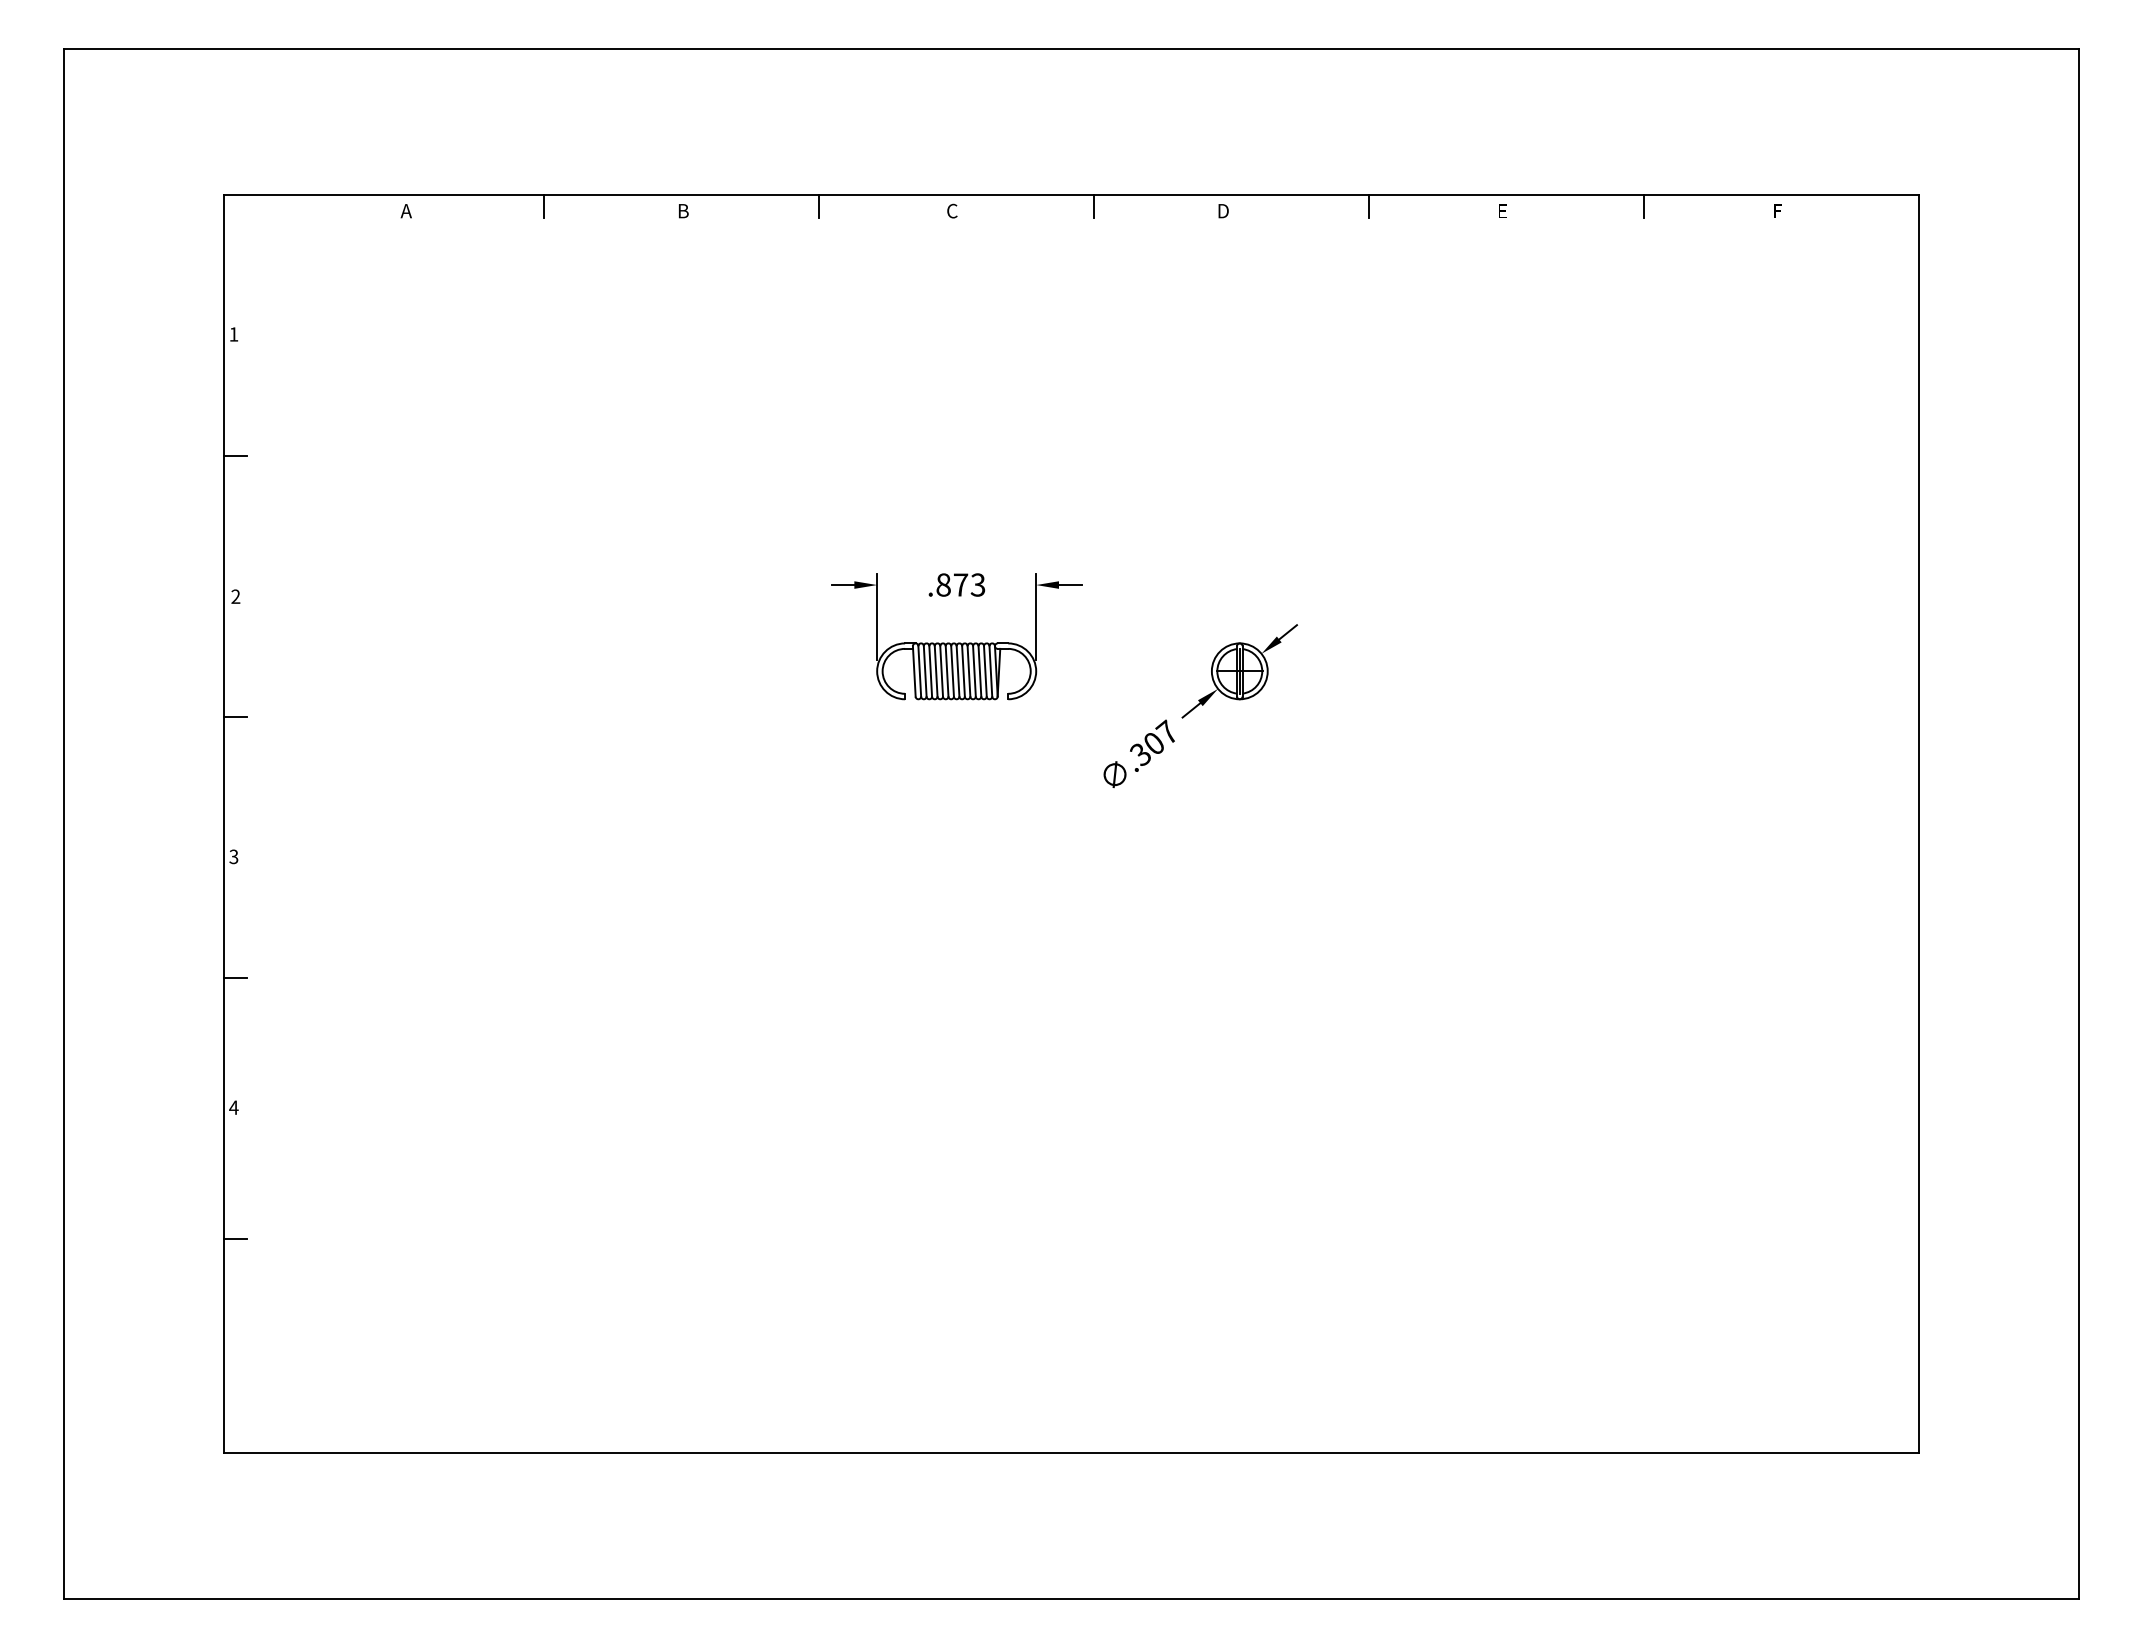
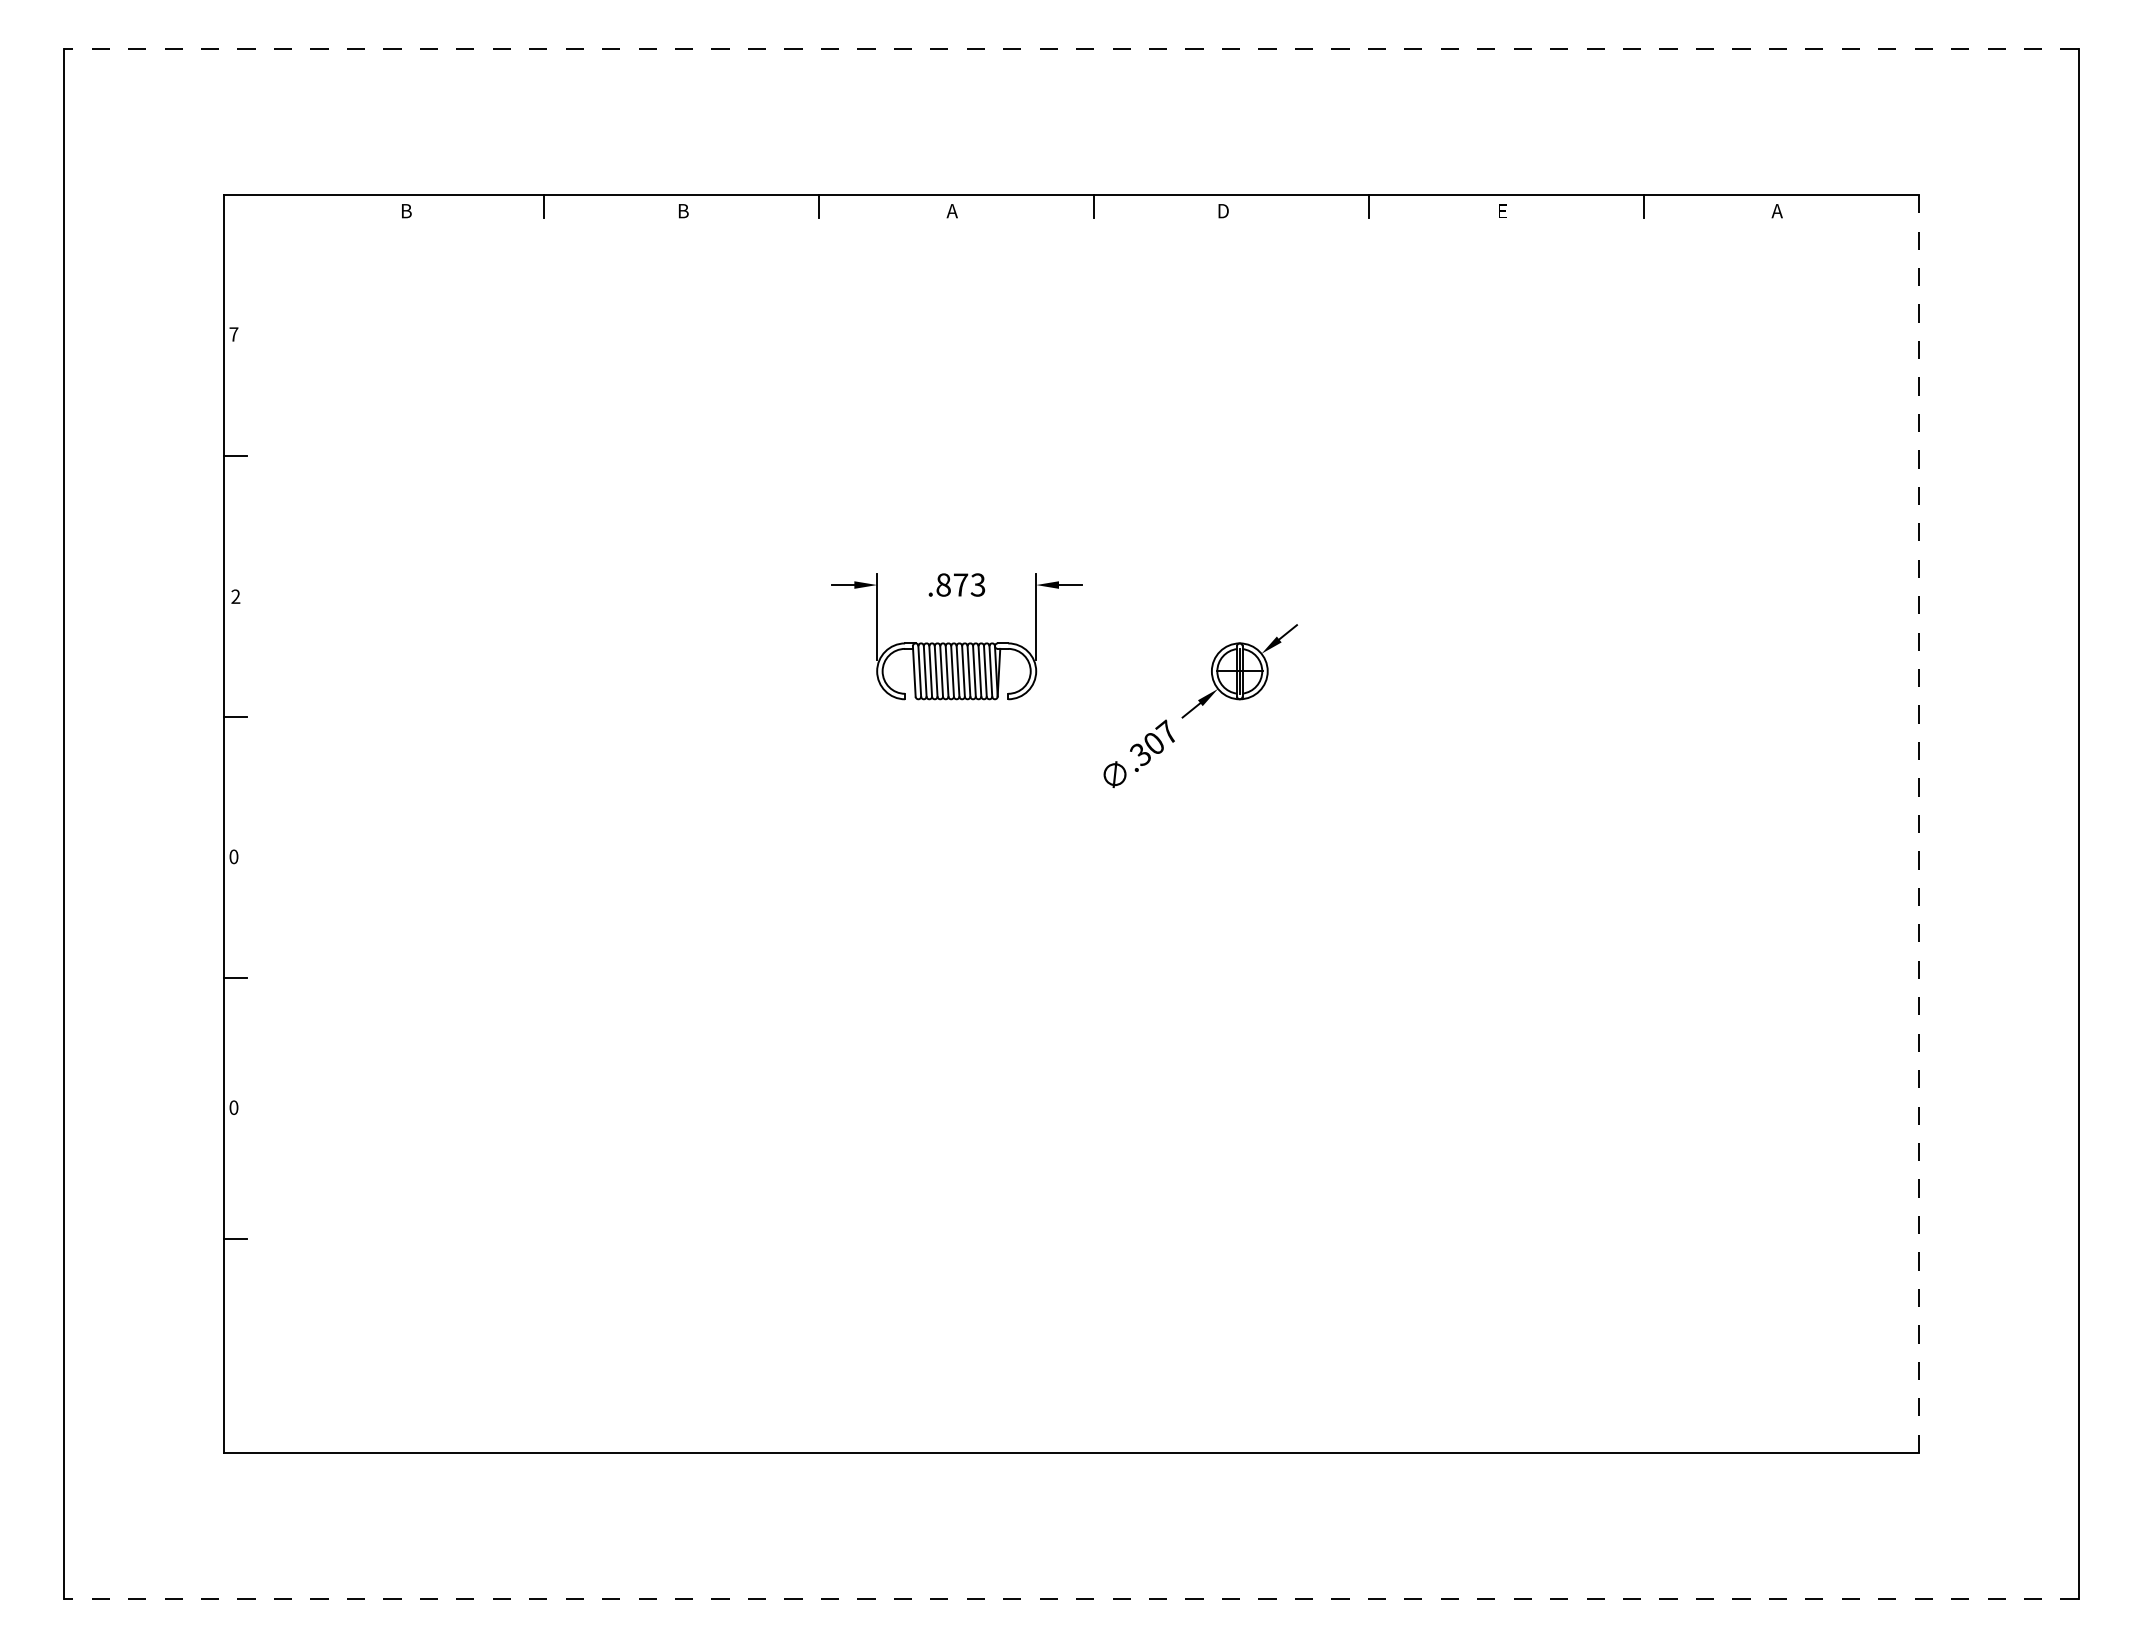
line at (1071, 49): solid -> dashed
text at (951, 210): C -> A
text at (405, 211): A -> B
text at (1776, 211): F -> A
text at (233, 334): 1 -> 7
line at (1919, 823): solid -> dashed
text at (233, 856): 3 -> 0
text at (233, 1107): 4 -> 0
line at (1071, 1598): solid -> dashed
